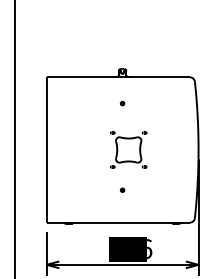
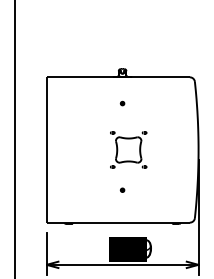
text at (149, 248): 596 -> 329
